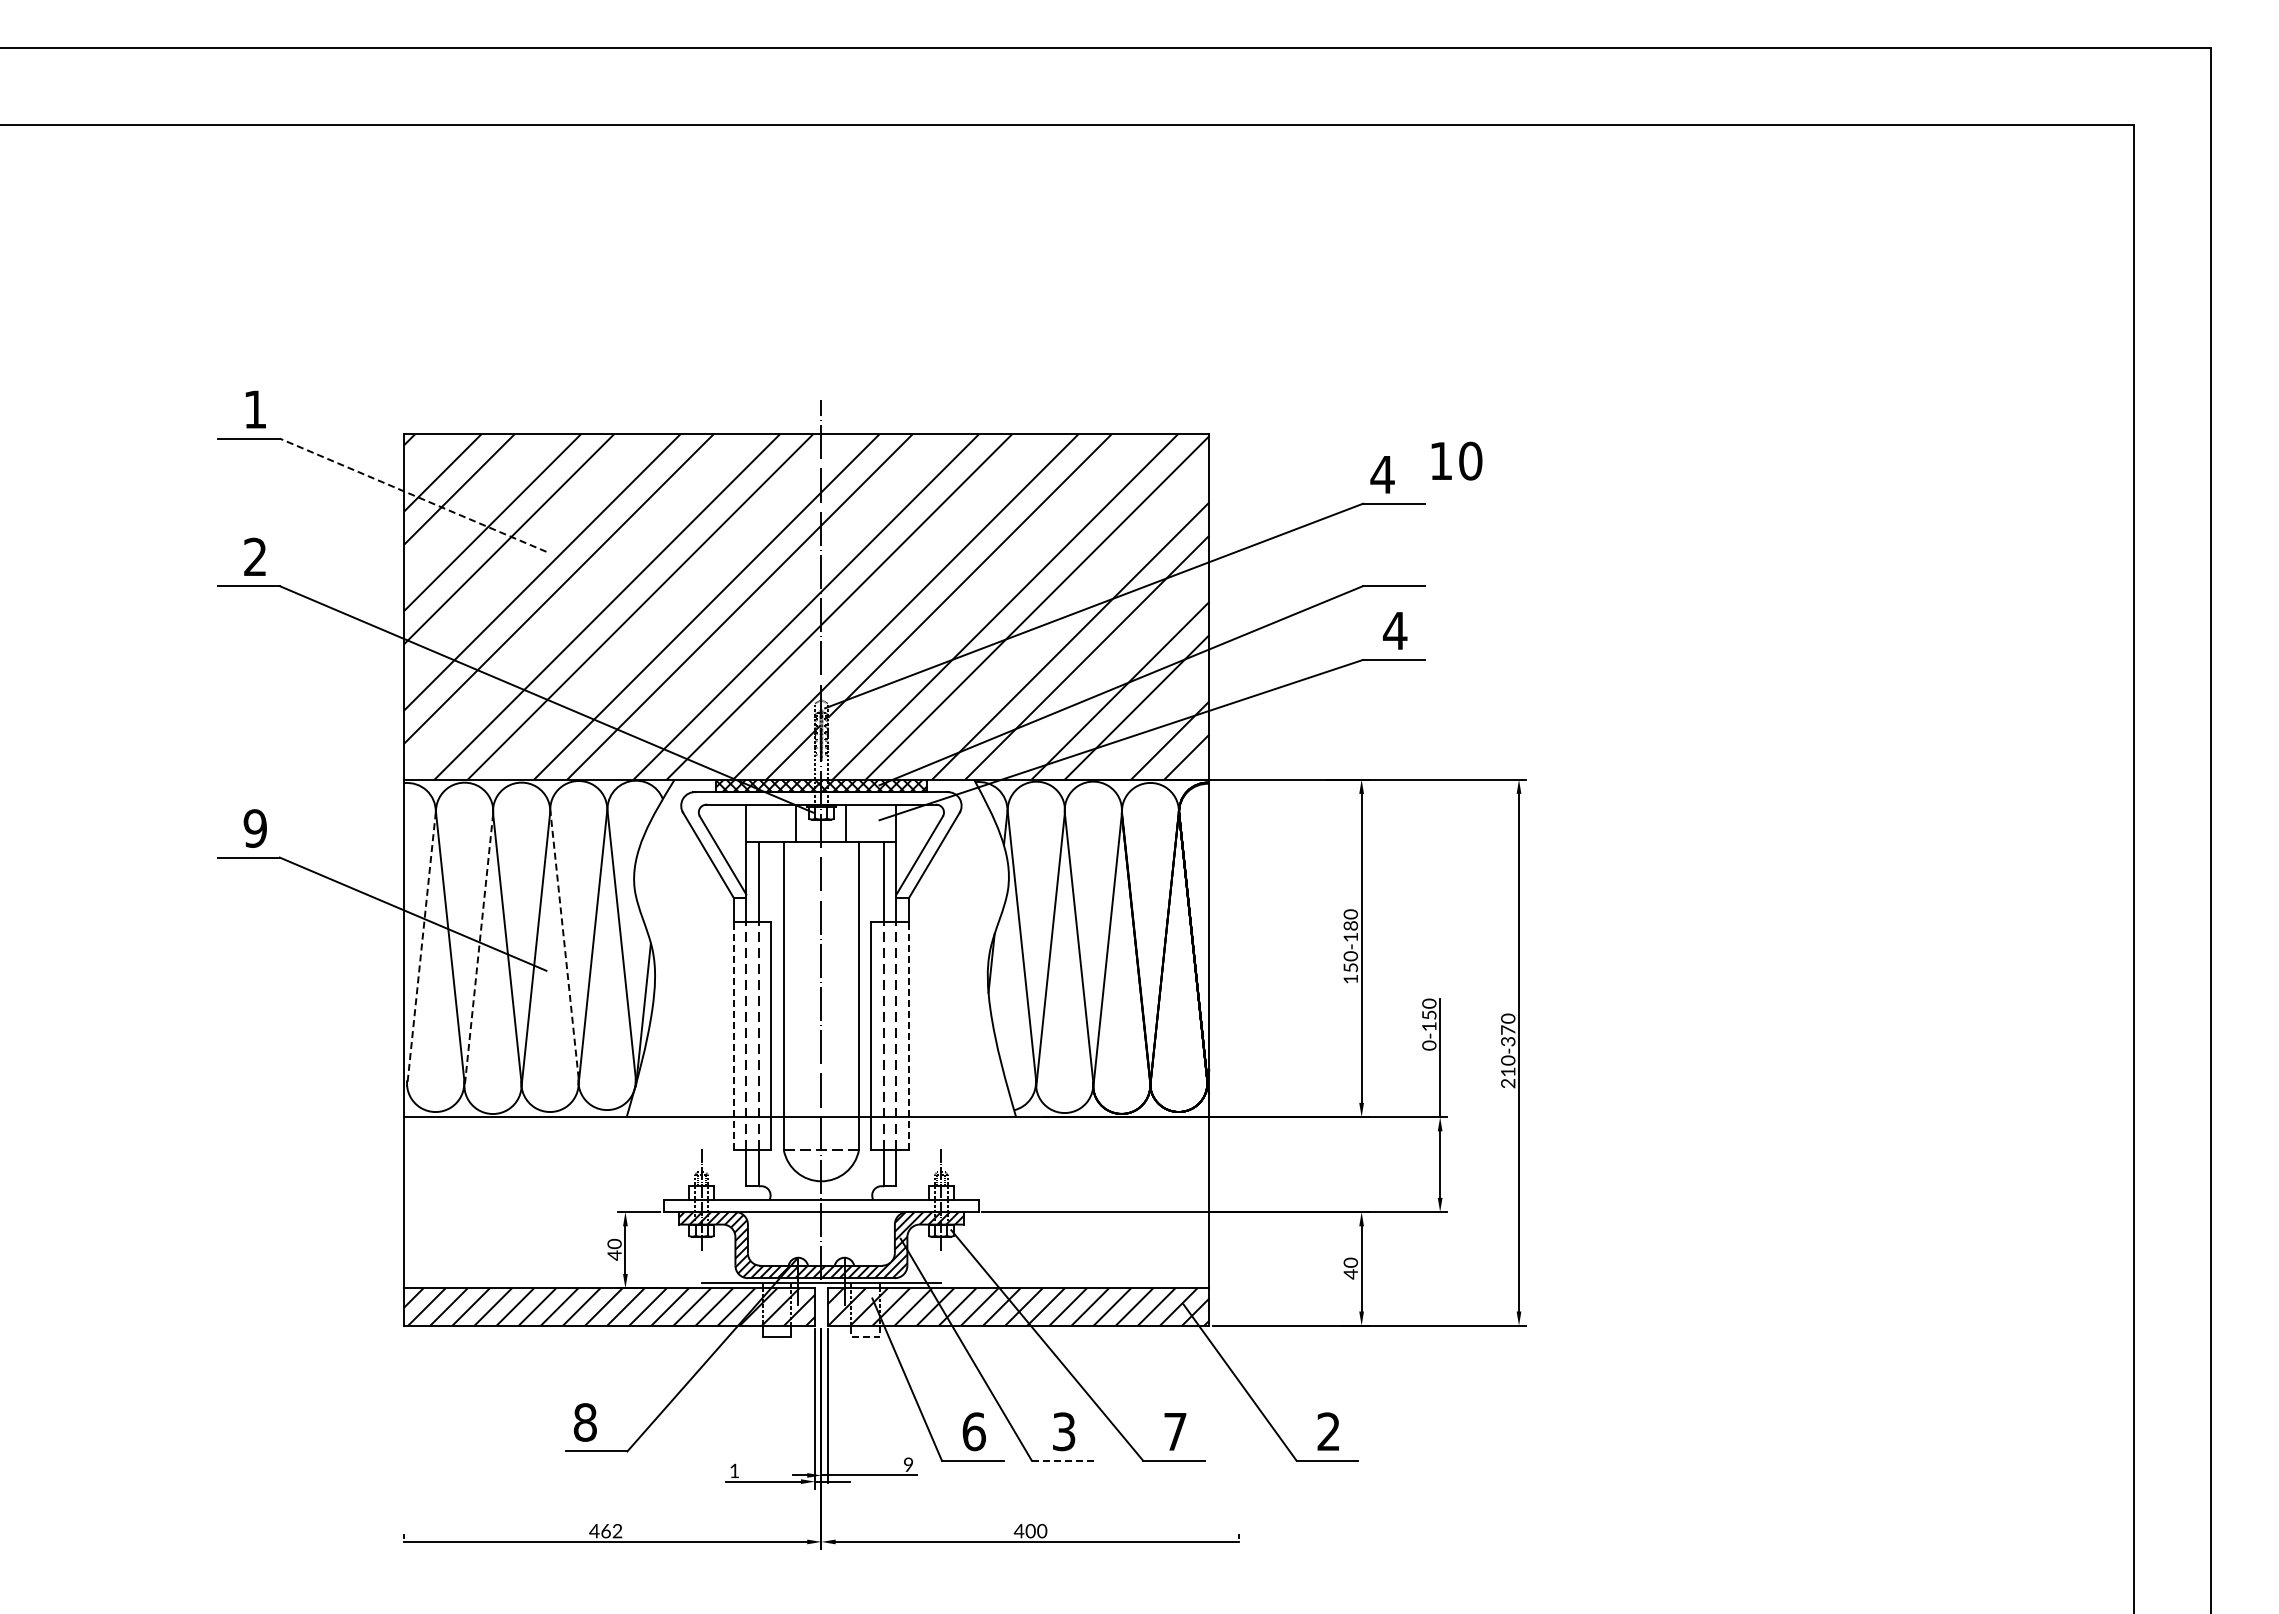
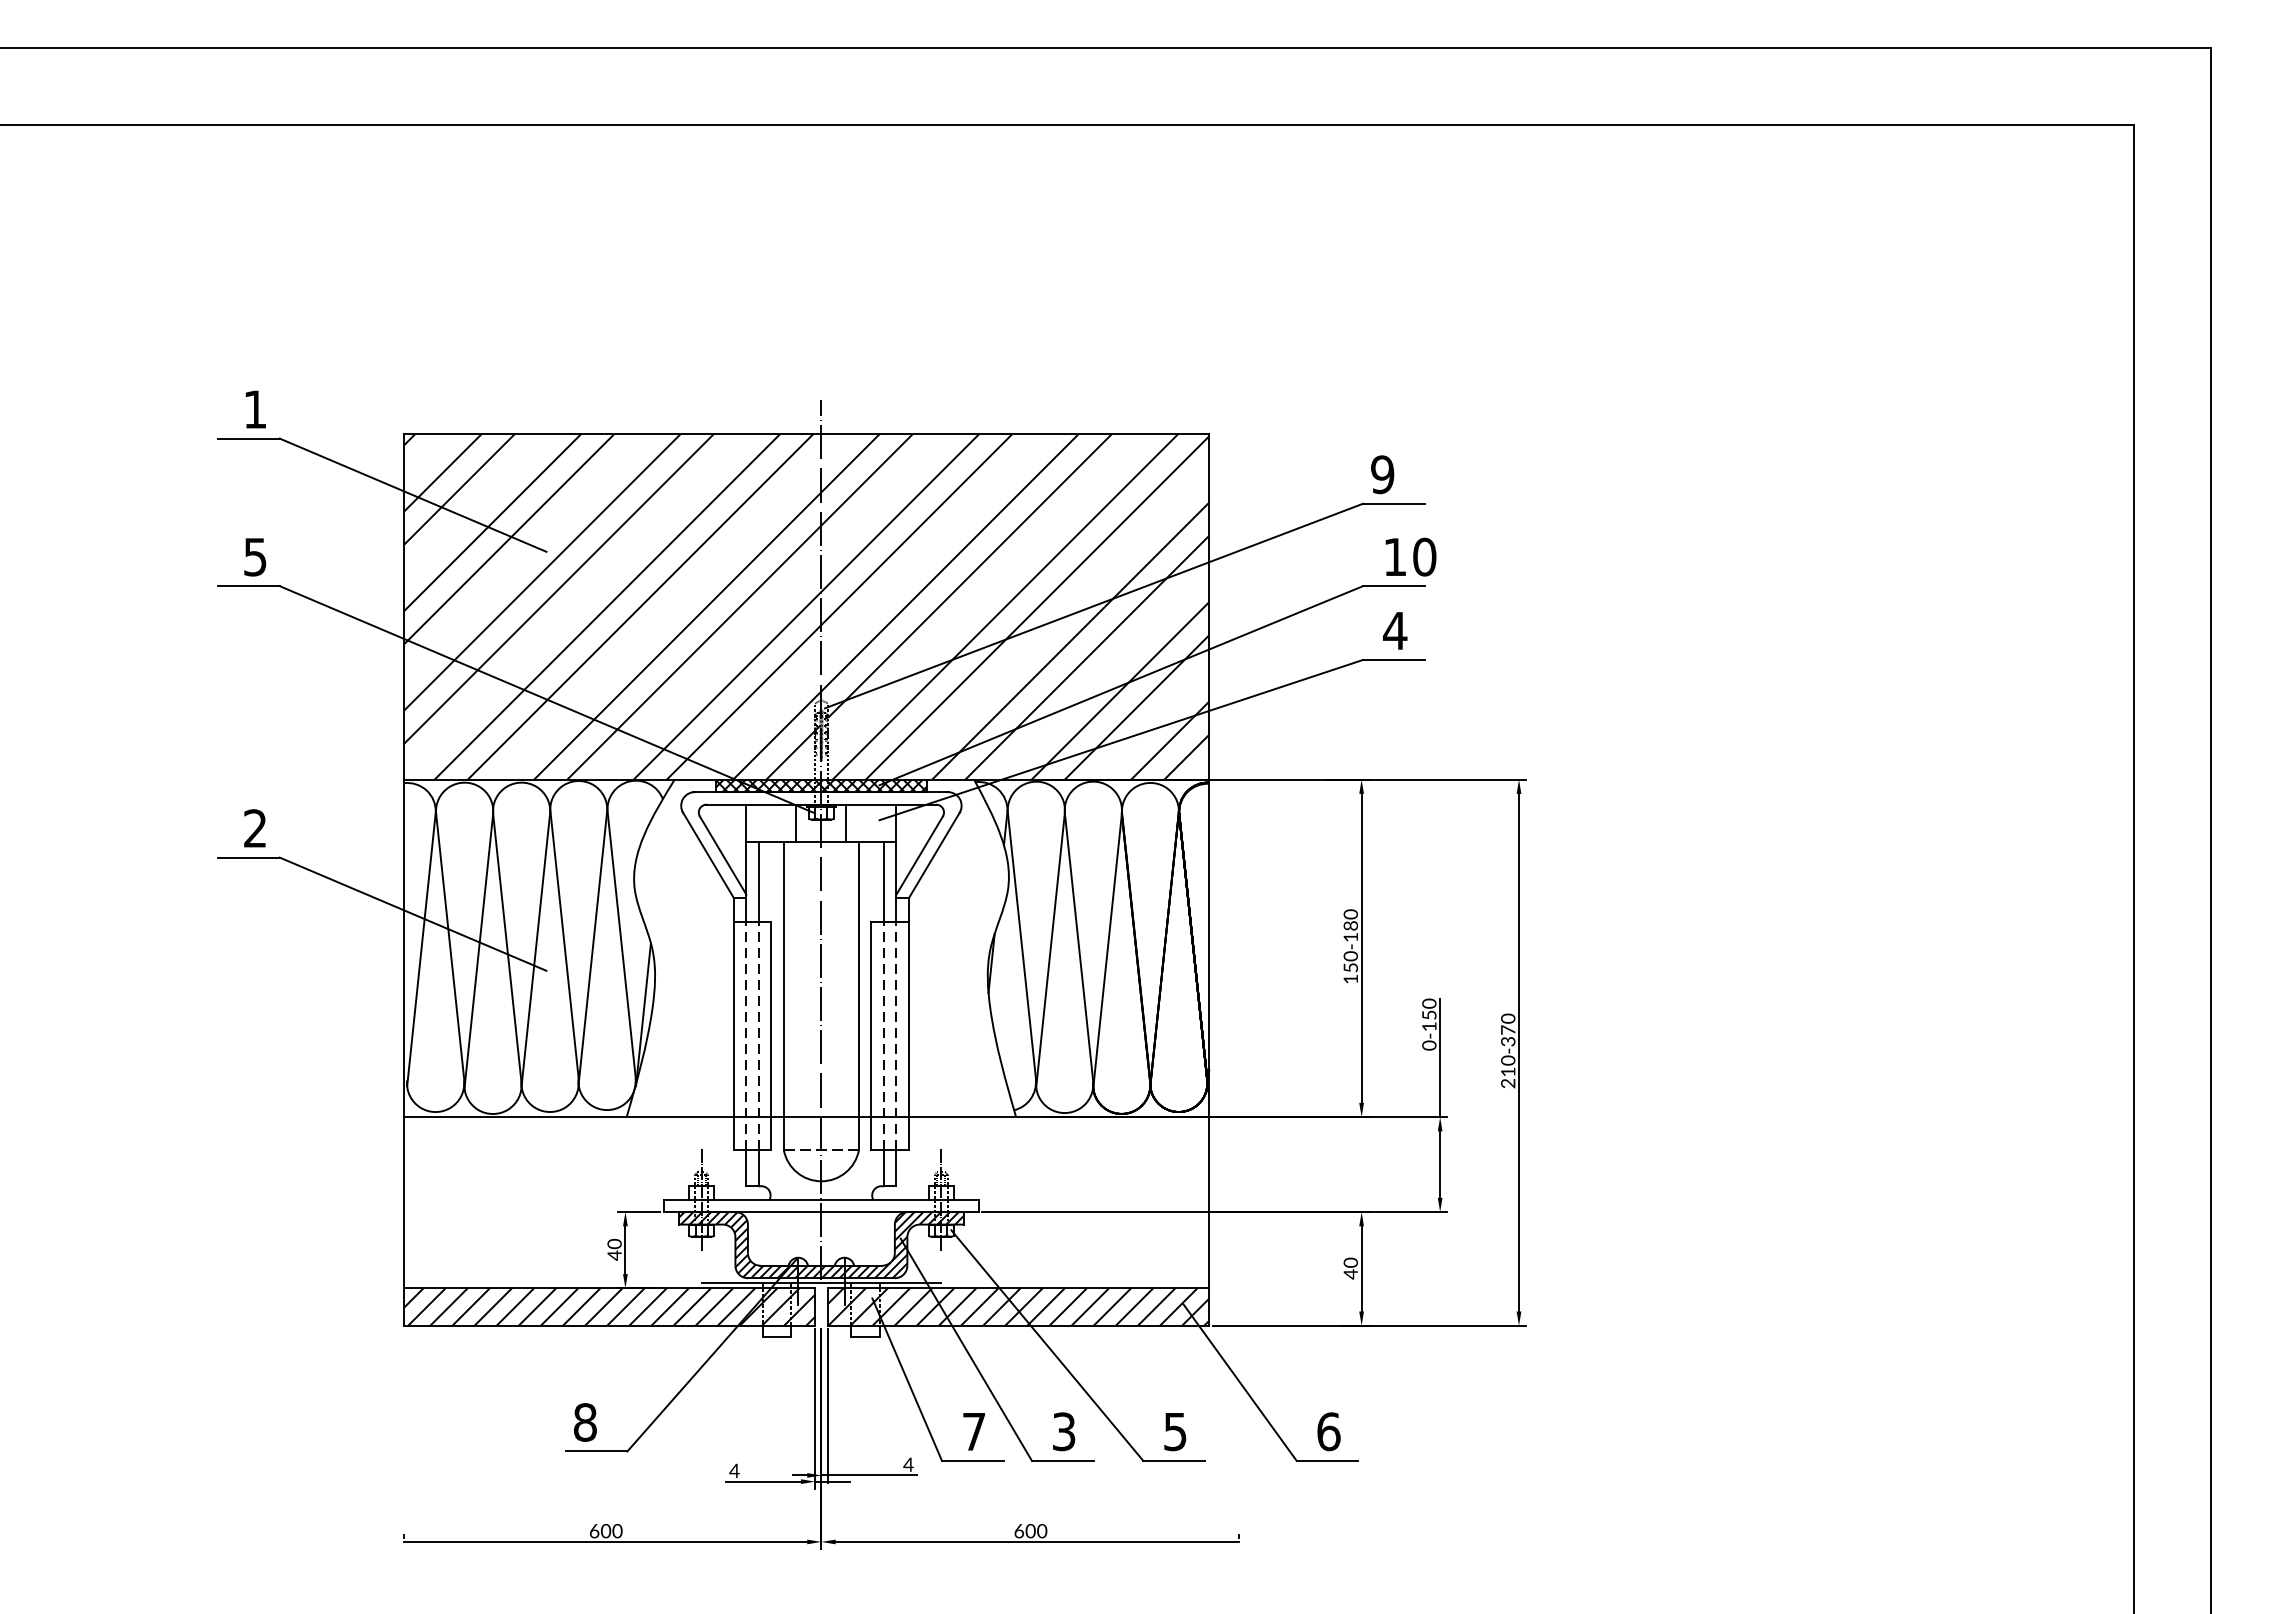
text at (1456, 460) position: (1456, 460) -> (1410, 556)
text at (1382, 474): 4 -> 9
line at (413, 495): dashed -> solid
text at (255, 556): 2 -> 5
text at (254, 828): 9 -> 2
line at (564, 944): dashed -> solid
line at (421, 949): dashed -> solid
line at (478, 951): dashed -> solid
line at (733, 1035): dashed -> solid
line at (908, 1035): dashed -> solid
line at (865, 1337): dashed -> solid
text at (974, 1431): 6 -> 7
text at (1328, 1431): 2 -> 6
text at (1175, 1432): 7 -> 5
line at (1062, 1460): dashed -> solid
text at (908, 1464): 9 -> 4
text at (734, 1470): 1 -> 4
text at (605, 1531): 462 -> 600
text at (1018, 1531): 400 -> 600
